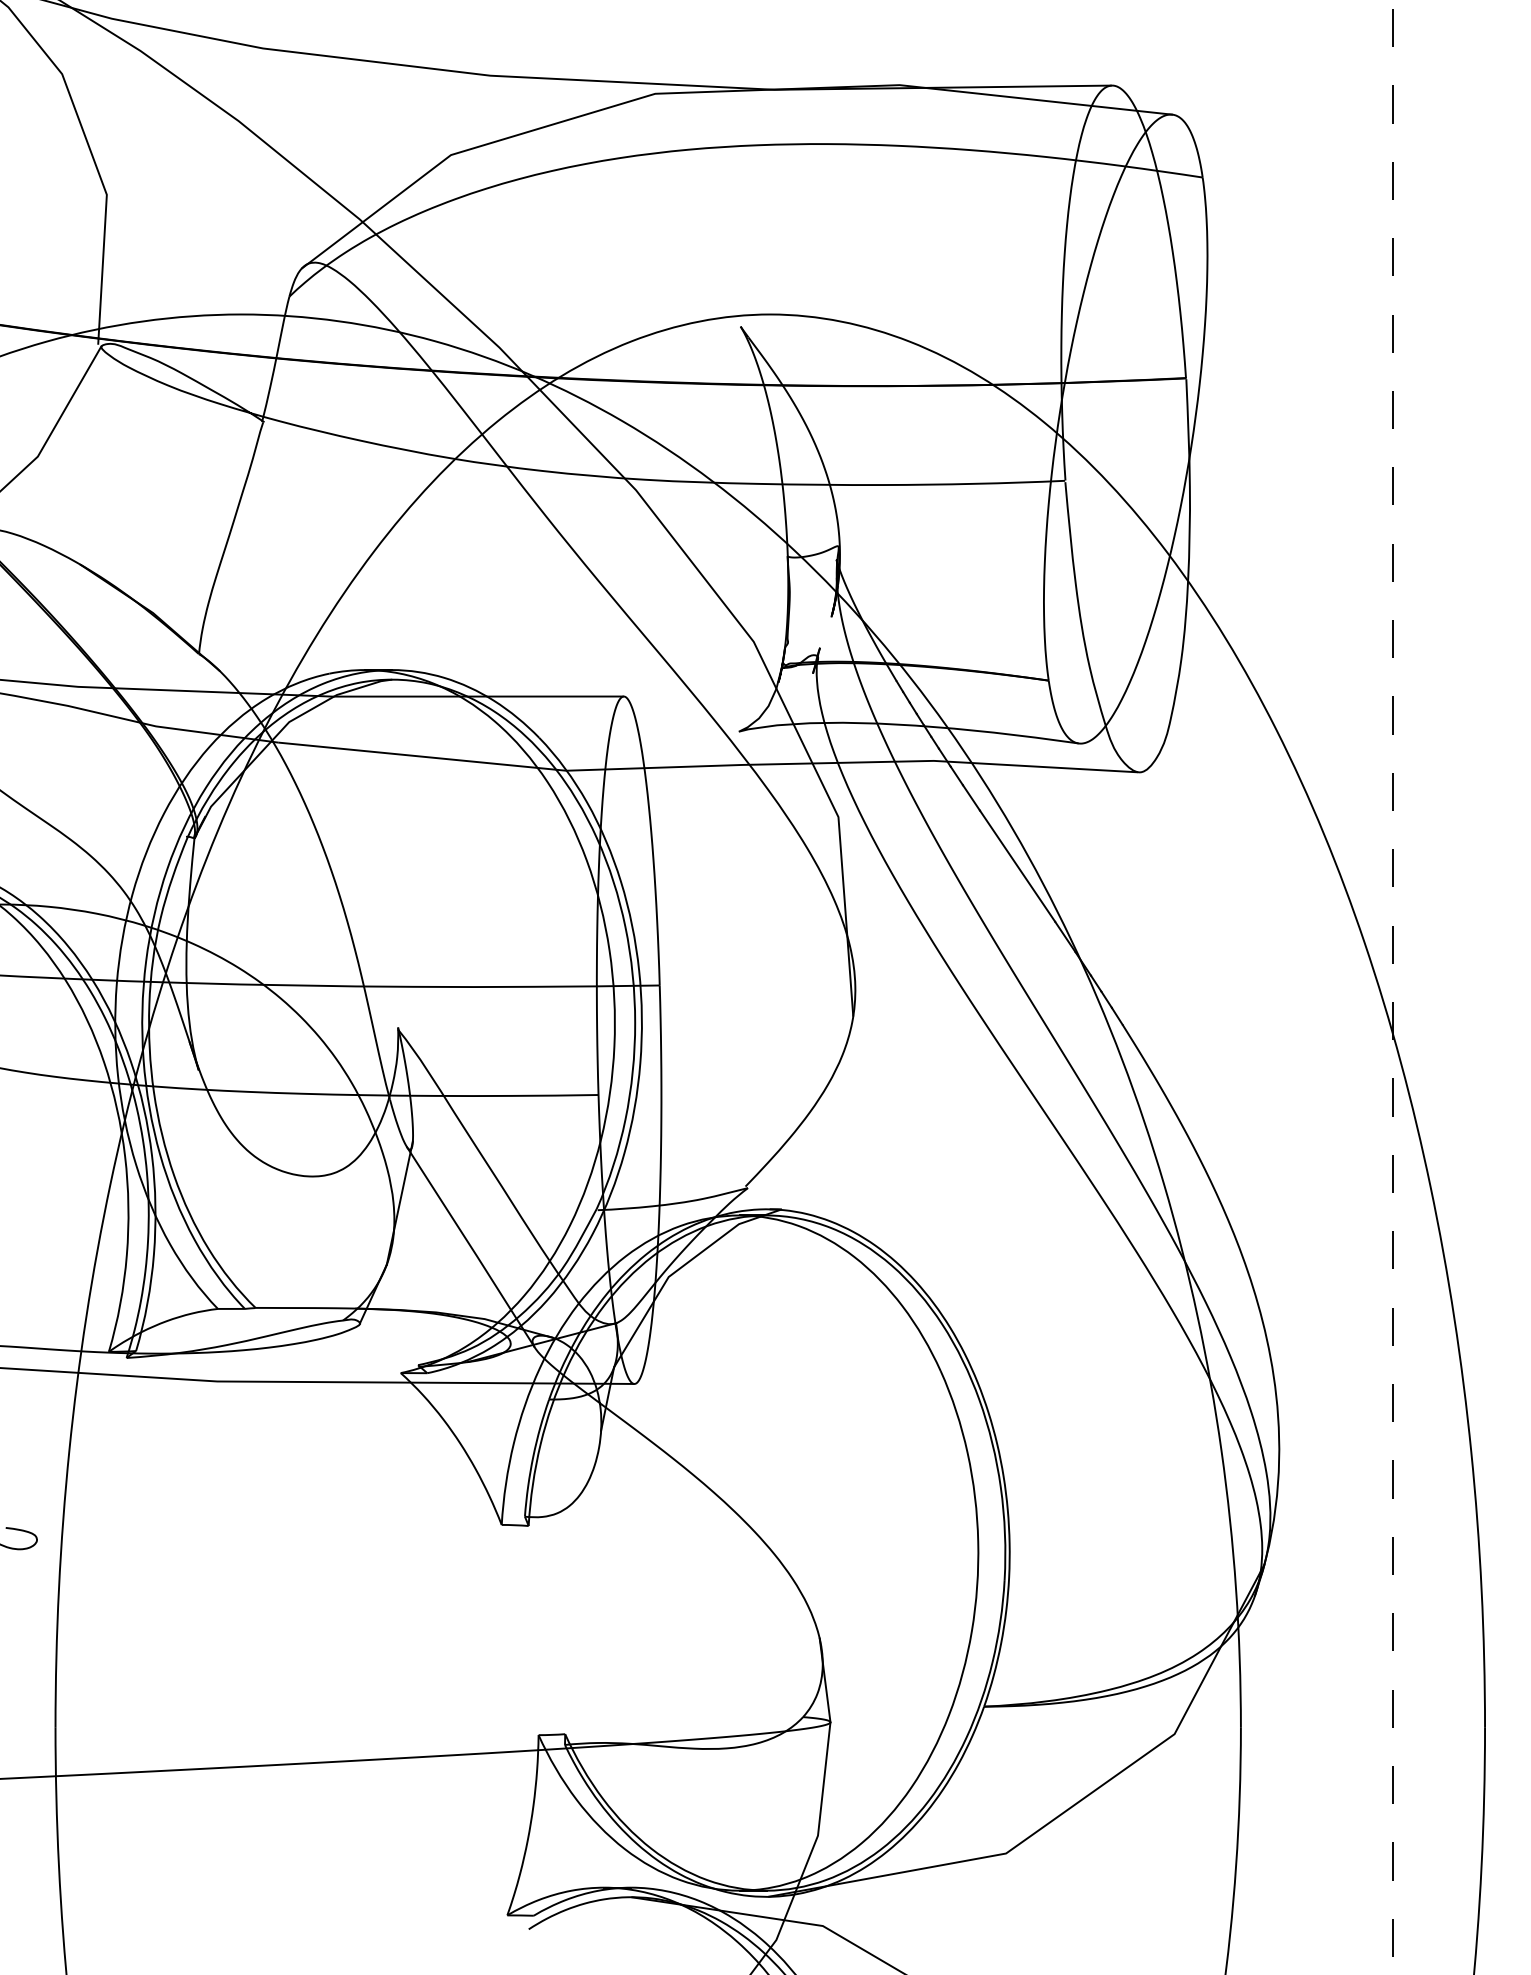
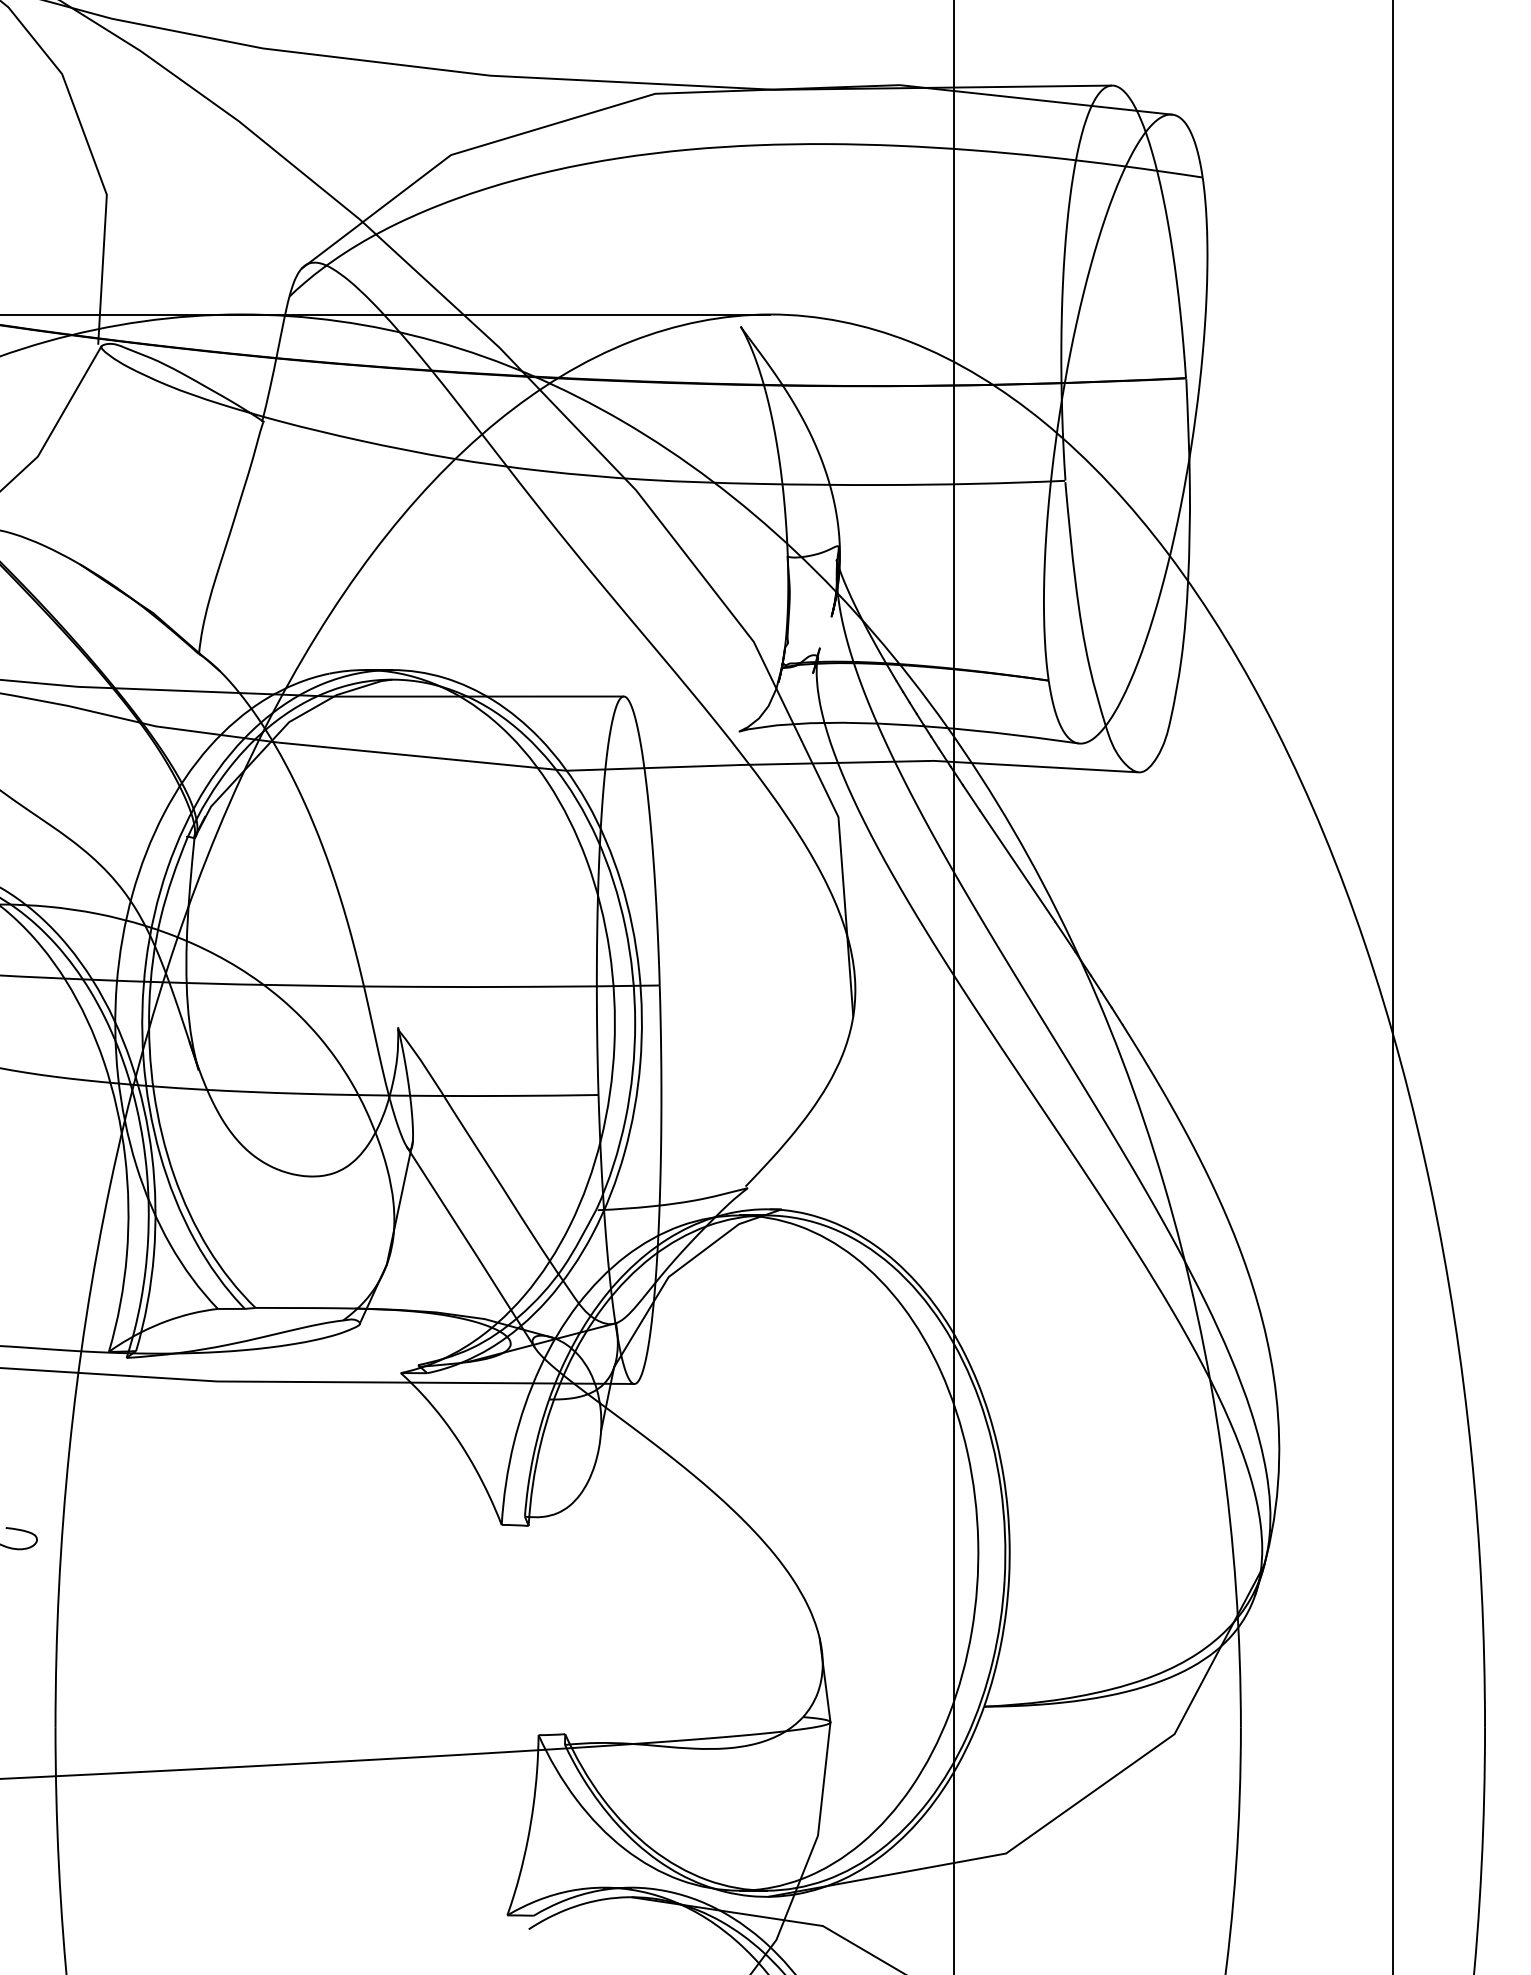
line at (386, 314): none -> present
line at (953, 986): none -> present
line at (1393, 987): dashed -> solid
